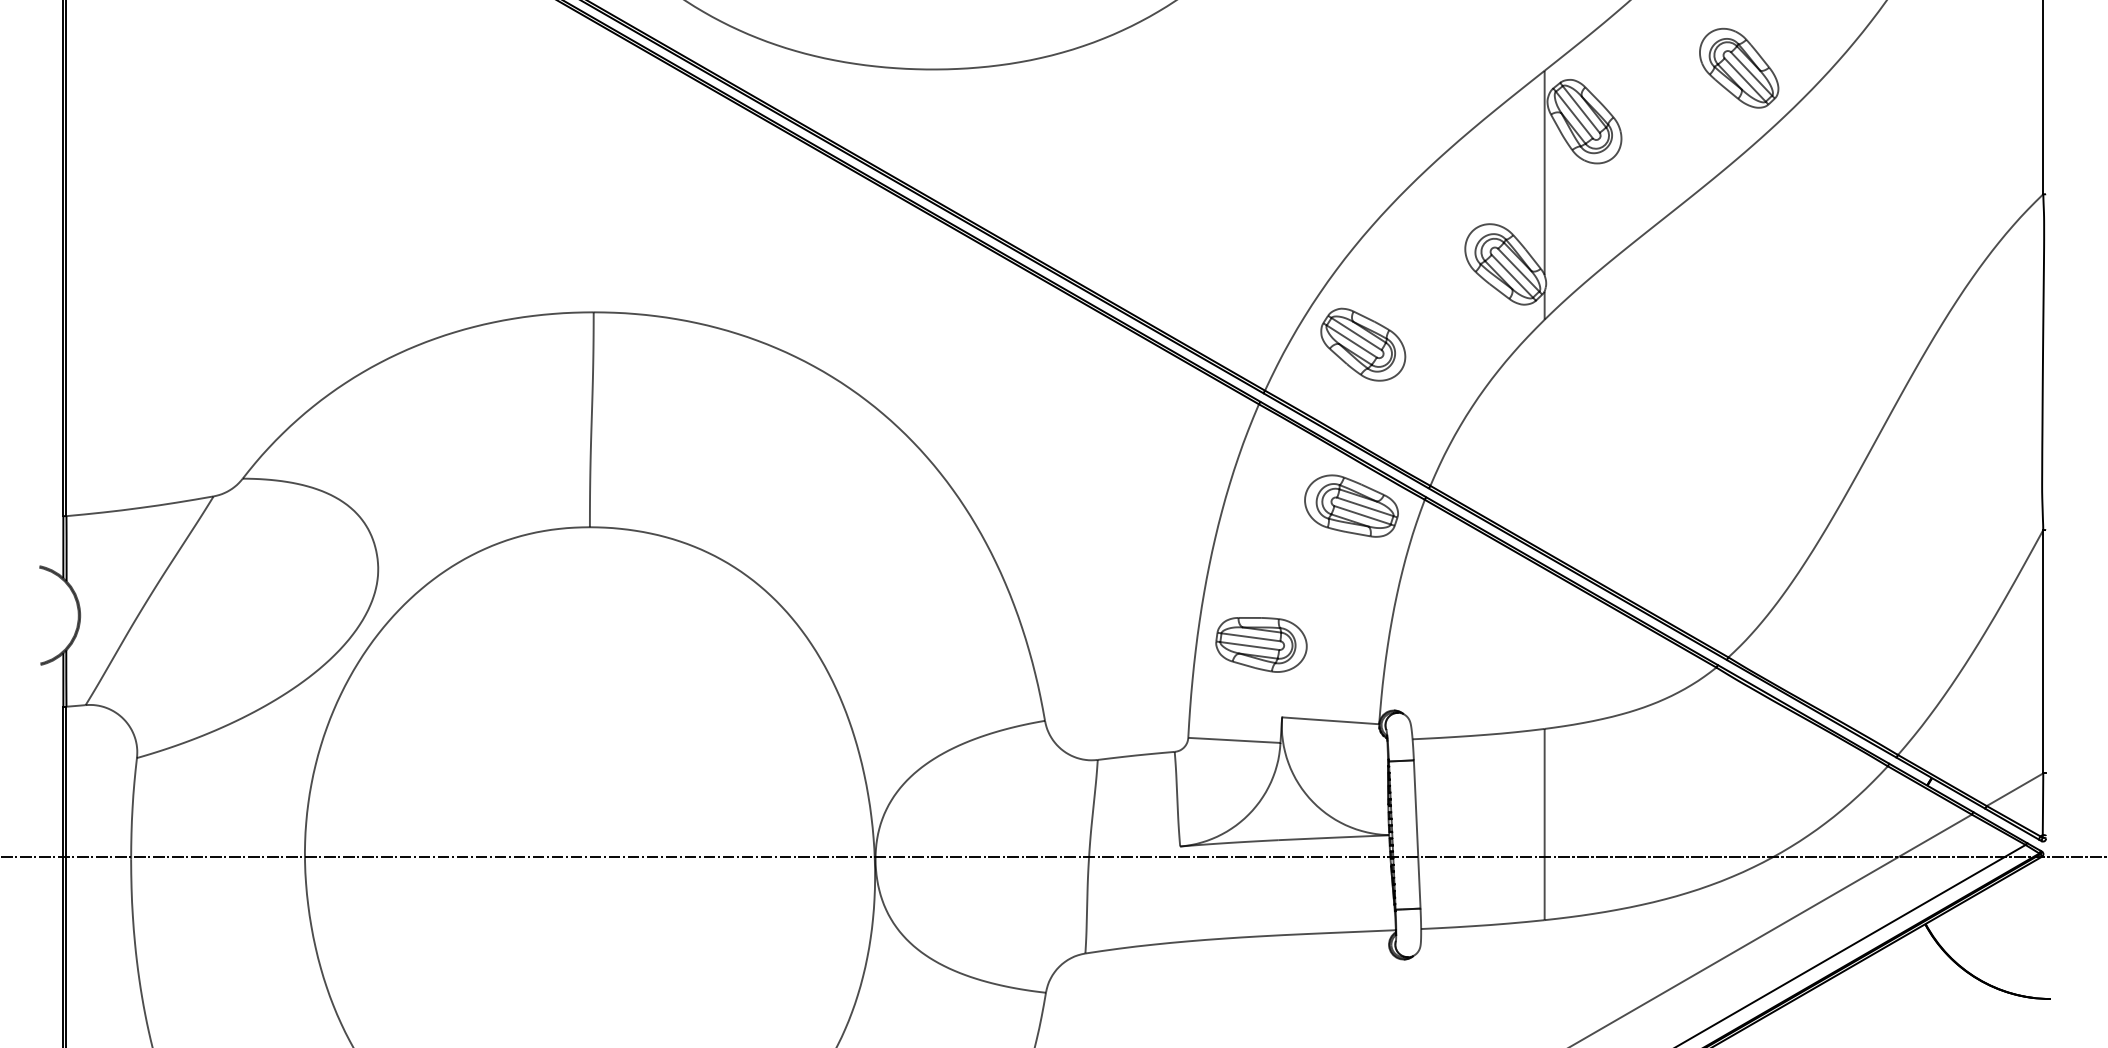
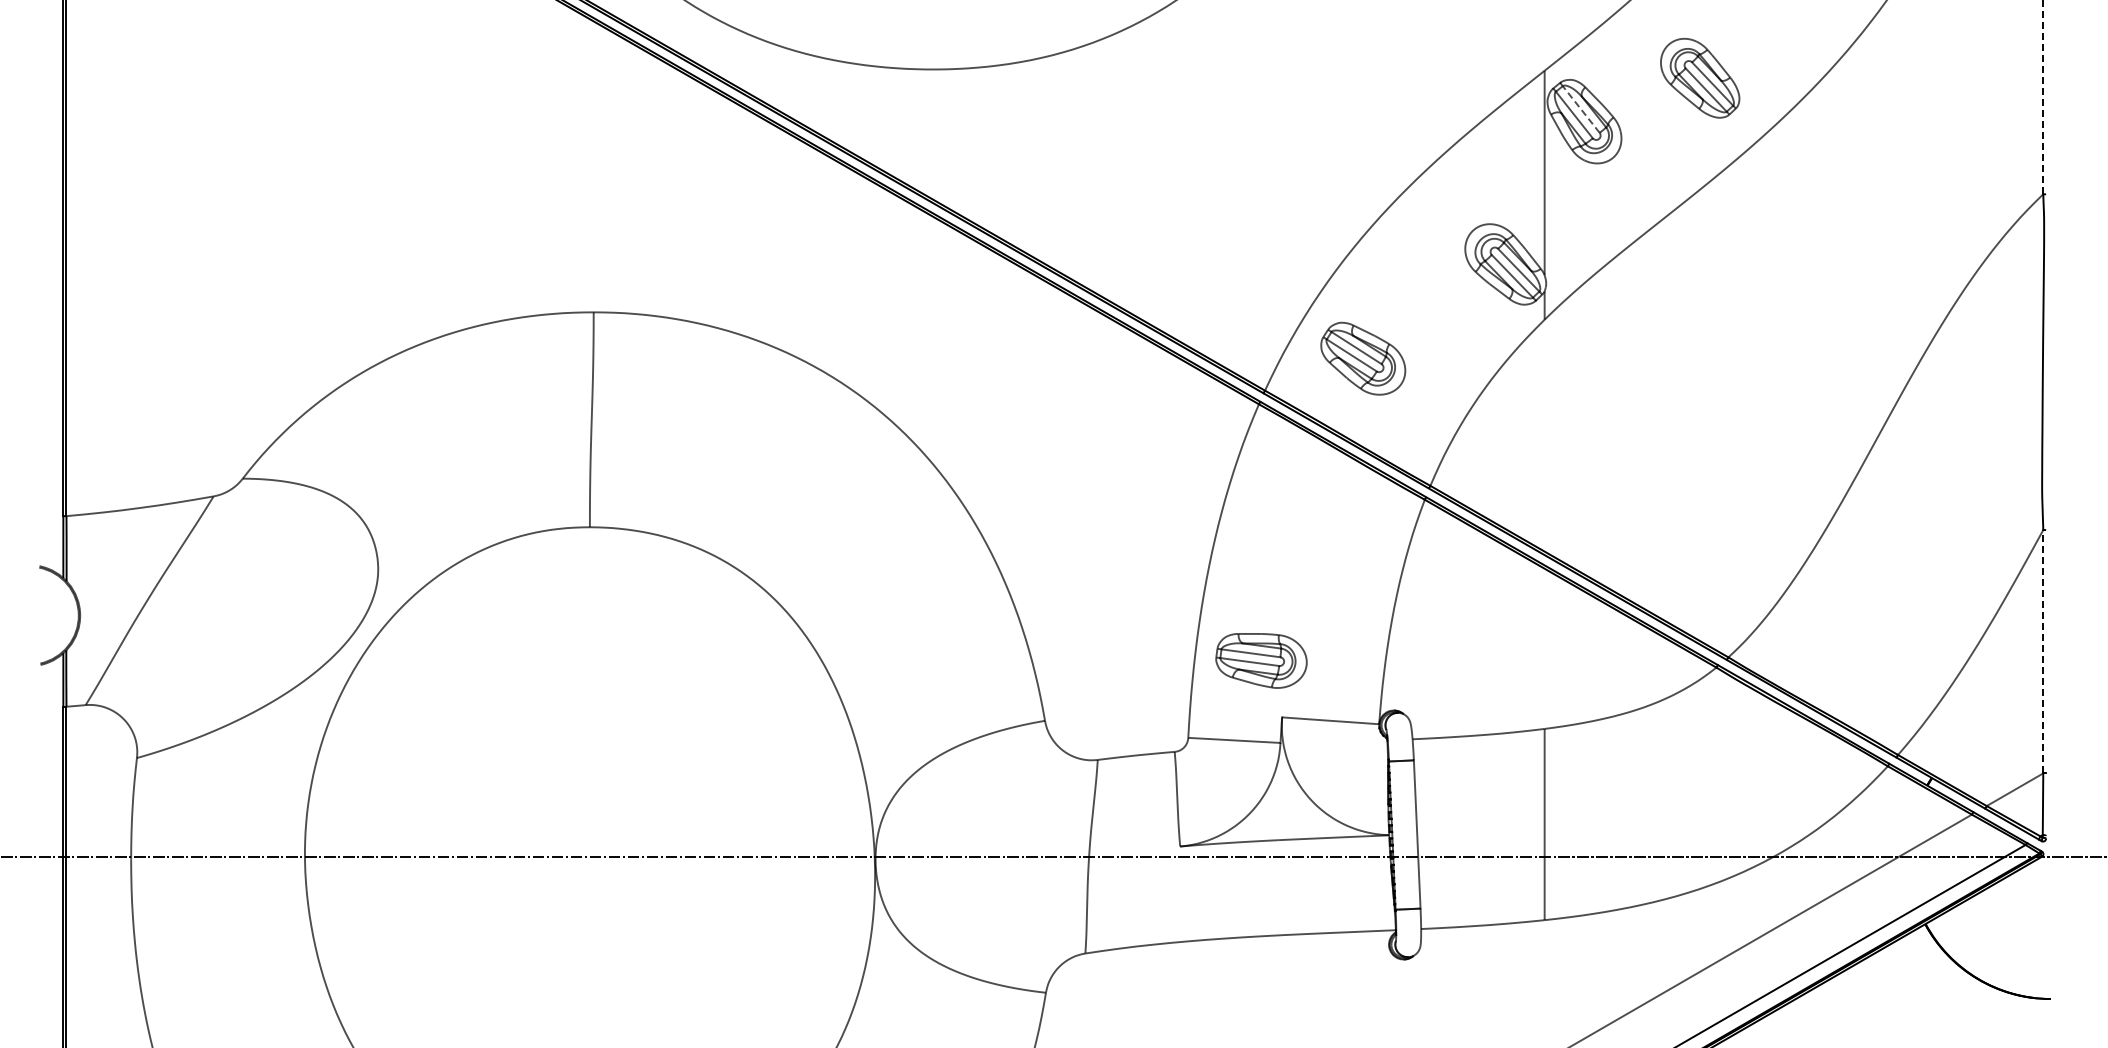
part at (1739, 68) position: (1739, 68) -> (1700, 78)
line at (2043, 97): solid -> dashed
line at (1581, 109): solid -> dashed
part at (1363, 344) position: (1363, 344) -> (1363, 358)
part at (1351, 505): present -> none
part at (1261, 644) position: (1261, 644) -> (1261, 660)
line at (2043, 651): solid -> dashed
